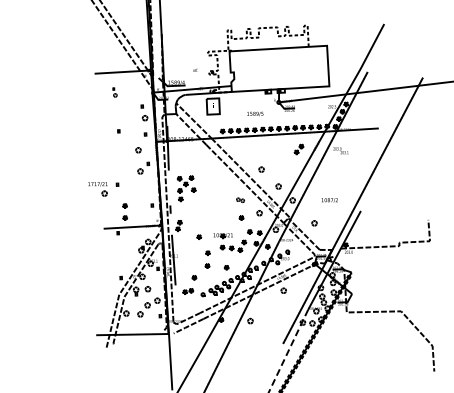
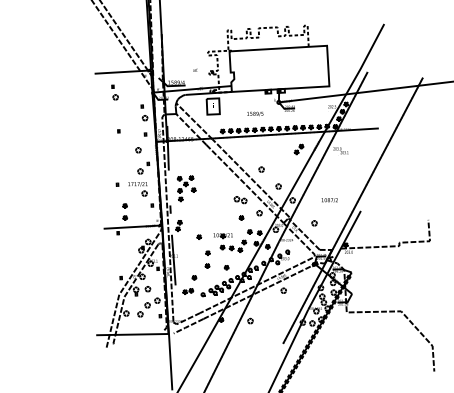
part at (114, 92) size: 6x11 px -> 8x17 px
part at (97, 189) position: (97, 189) -> (137, 189)
part at (240, 199) size: 10x6 px -> 15x9 px
line at (288, 351): dashed -> solid
